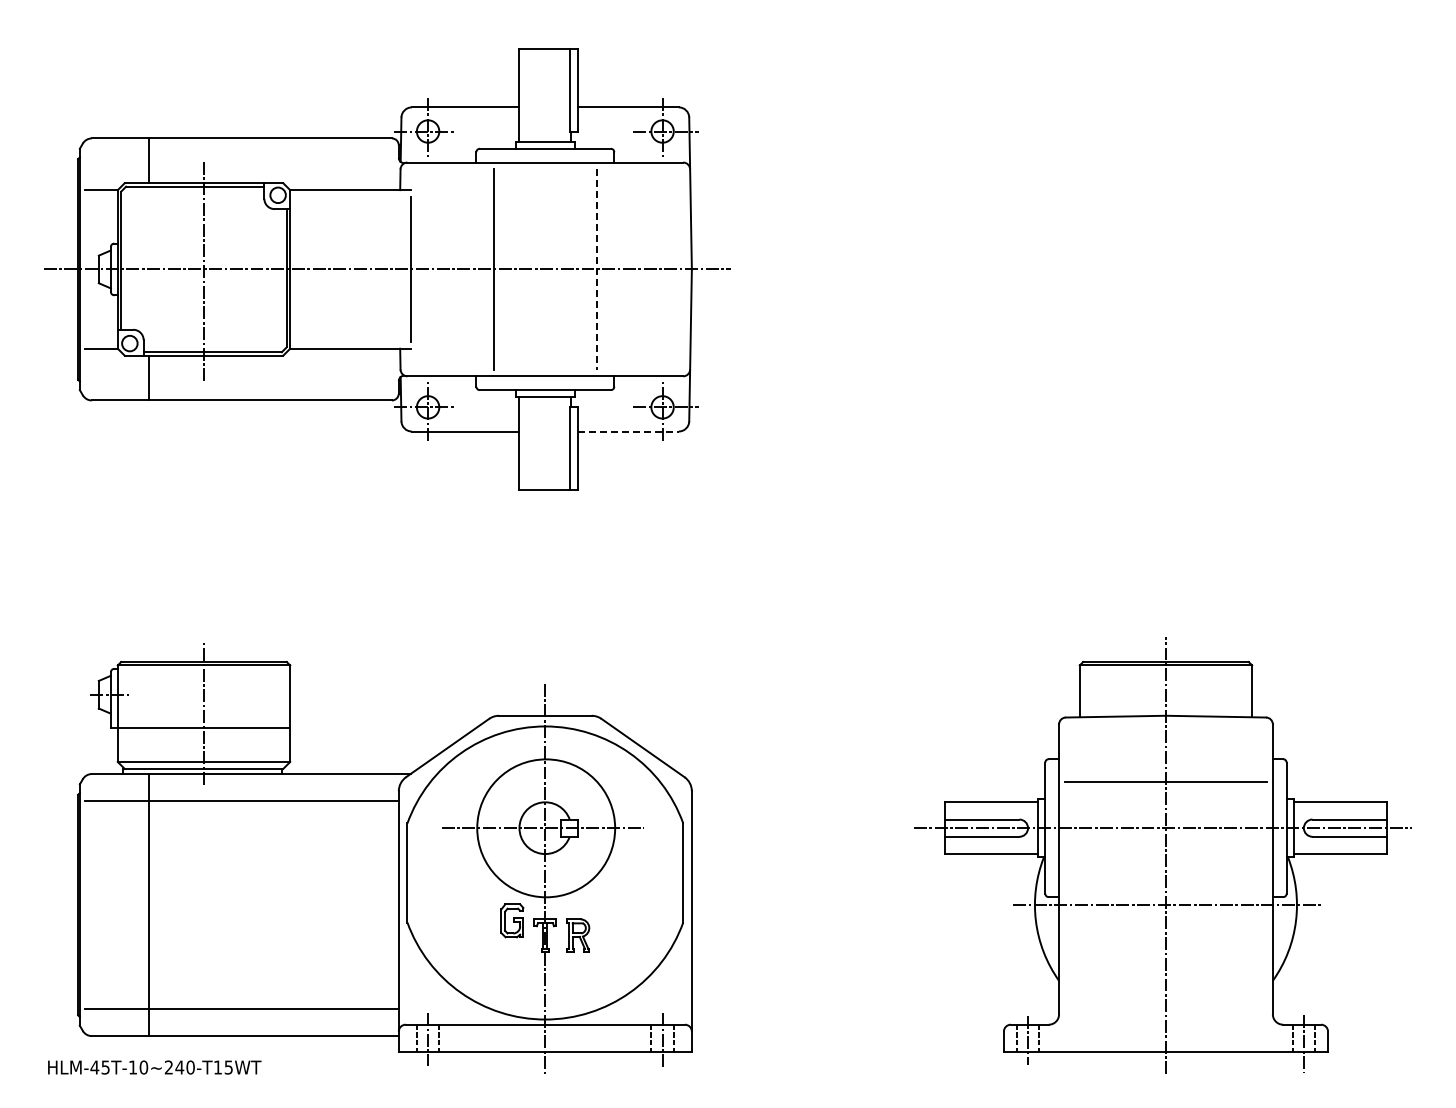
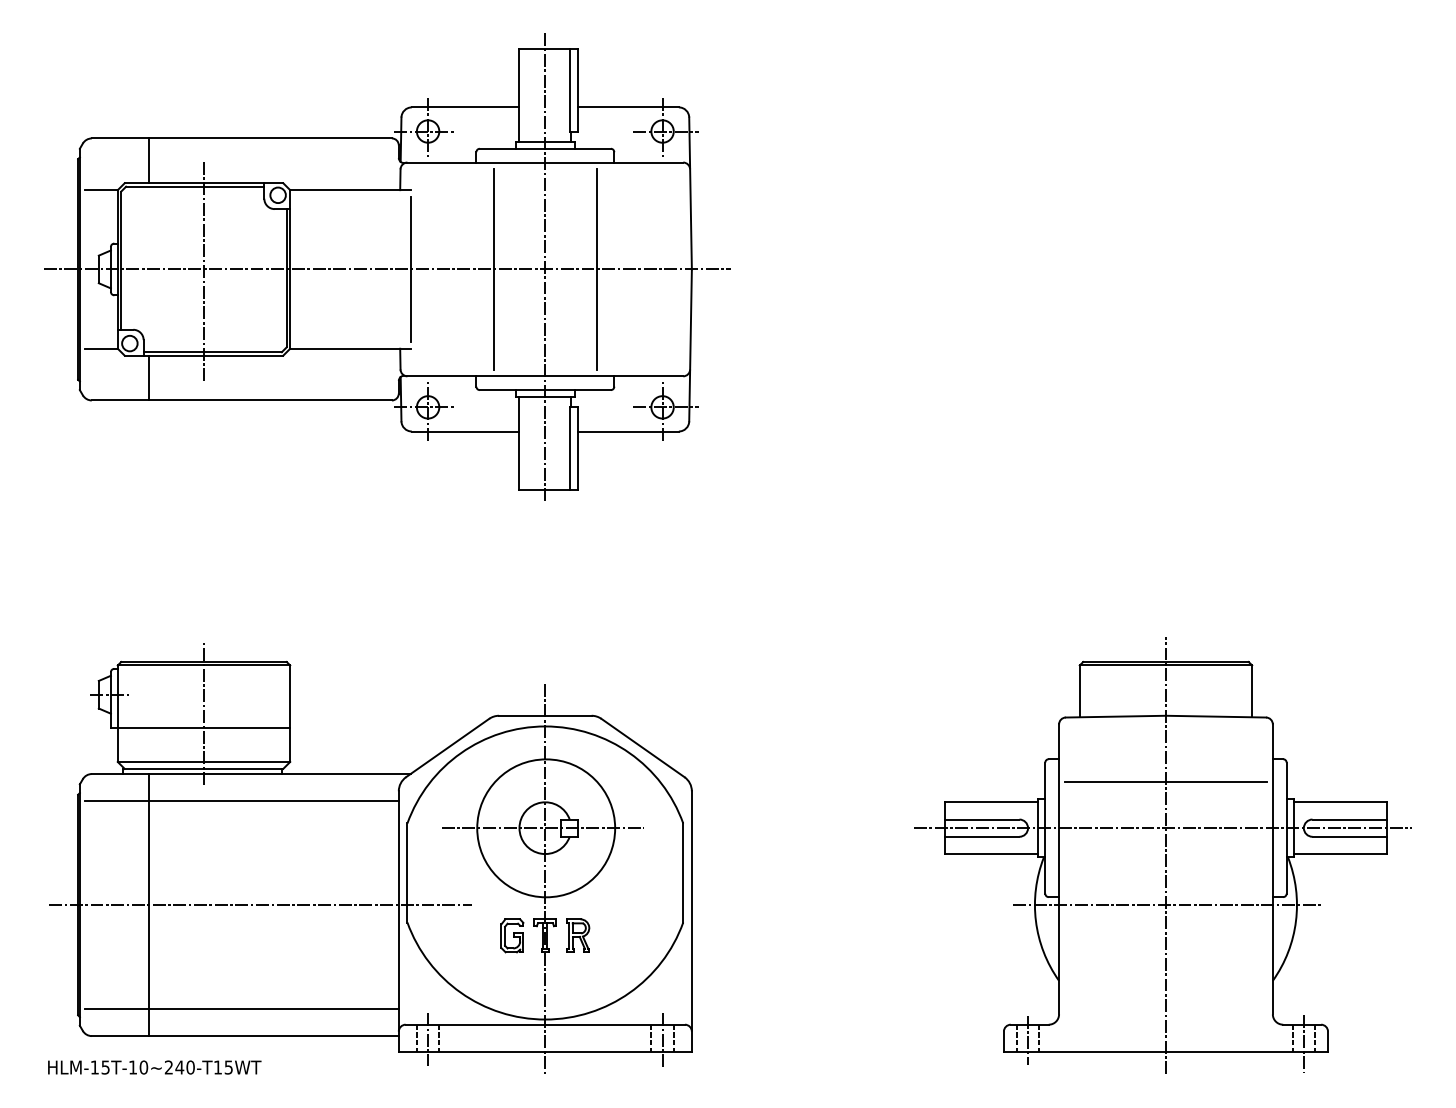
line at (545, 268): none -> present
line at (597, 269): dashed -> solid
line at (628, 431): dashed -> solid
line at (260, 905): none -> present
part at (512, 920) position: (512, 920) -> (512, 935)
text at (94, 1067): HLM-45T-10~240-T15WT -> HLM-15T-10~240-T15WT
